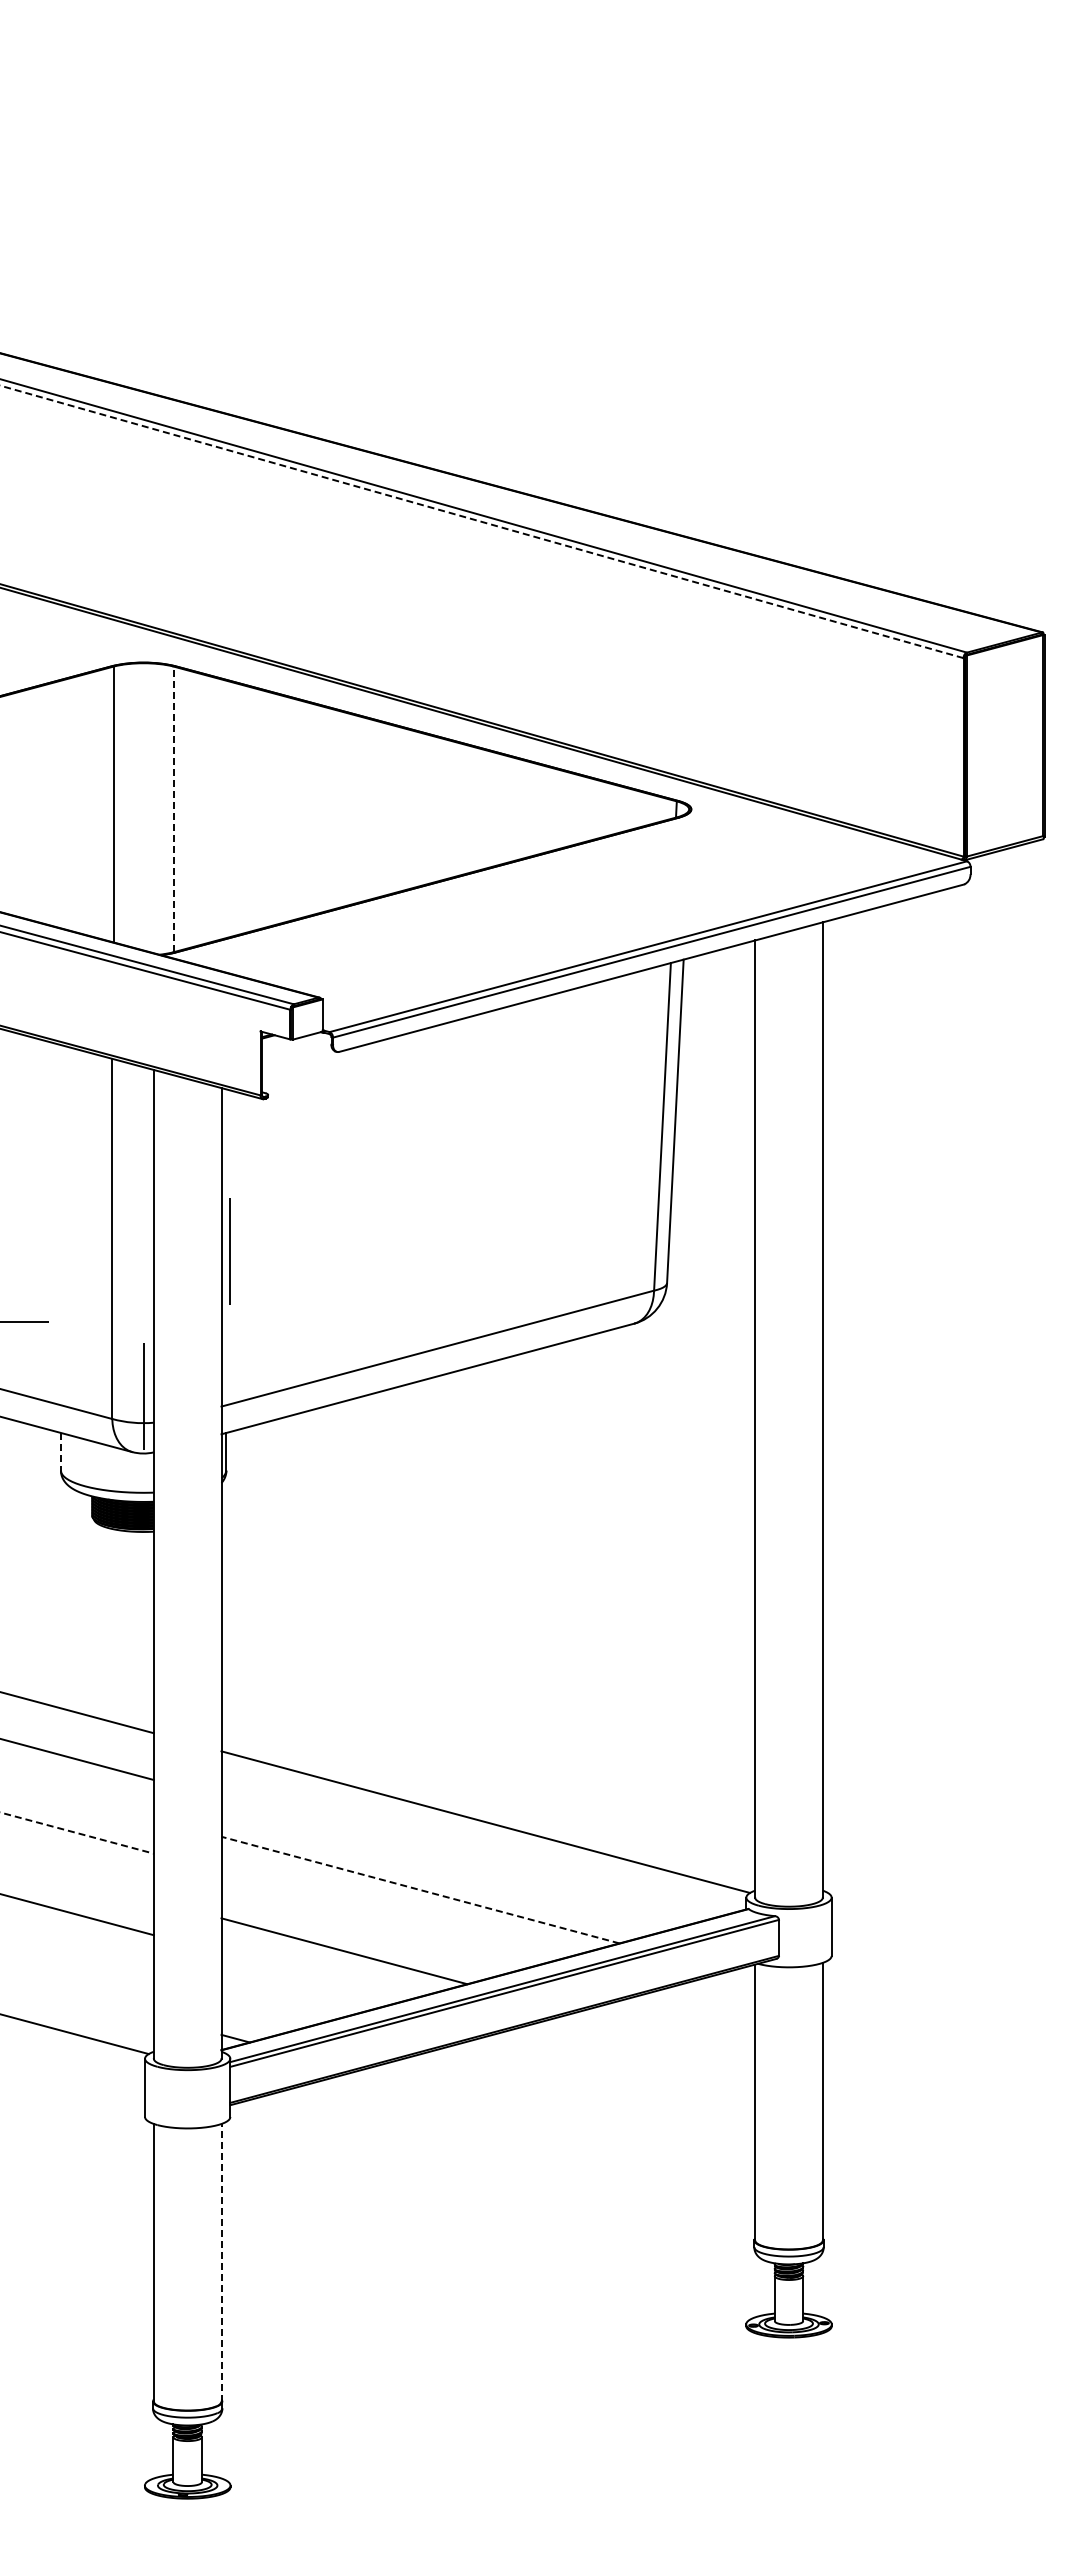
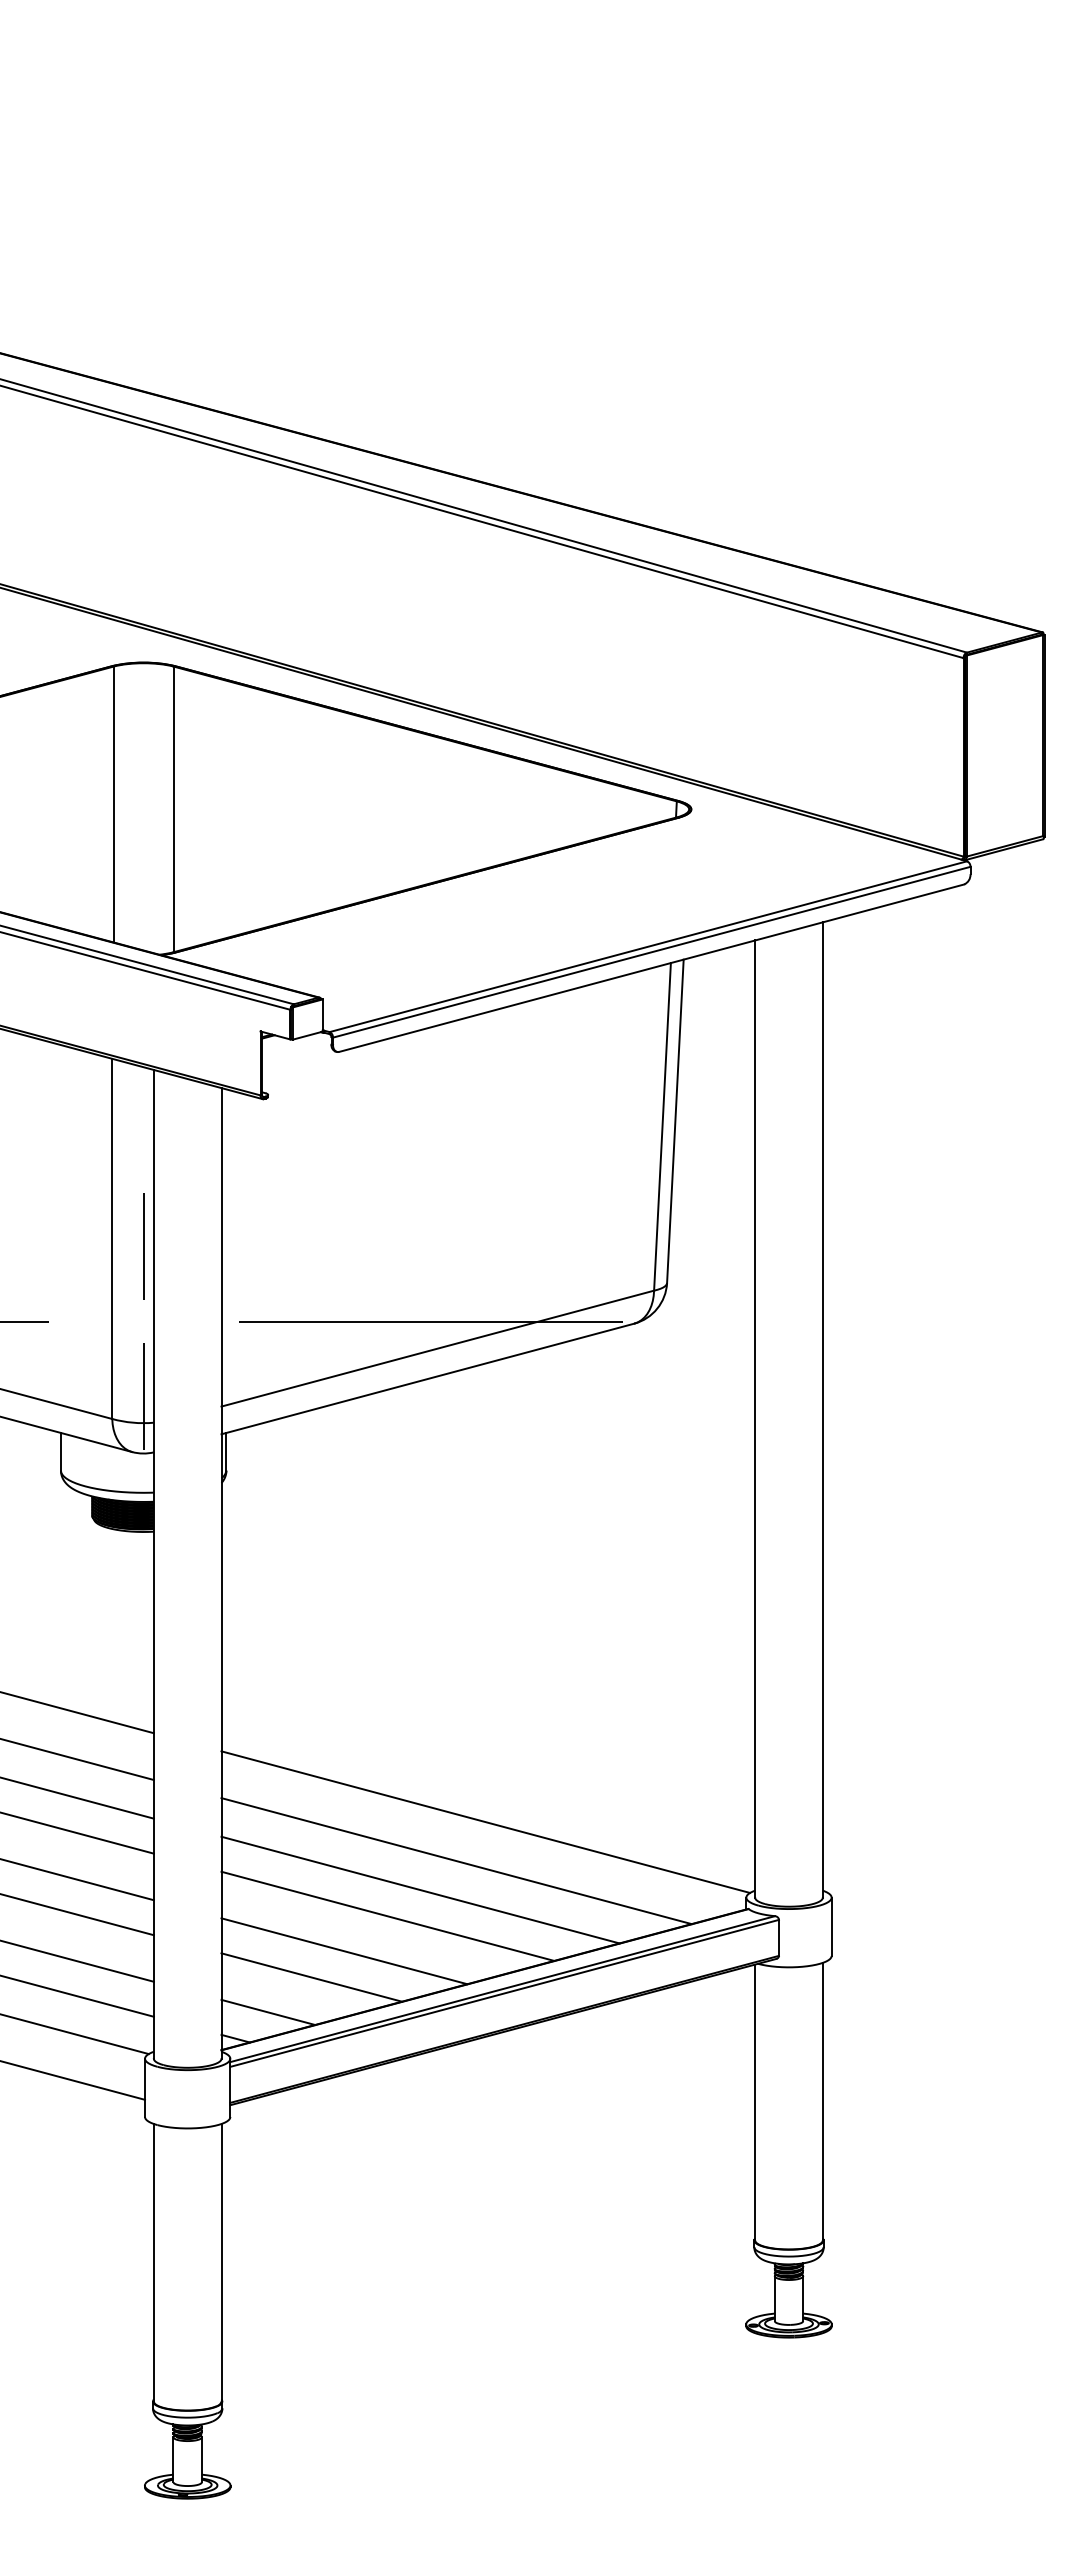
line at (481, 521): dashed -> solid
line at (173, 809): dashed -> solid
line at (229, 1251) position: (229, 1251) -> (143, 1246)
line at (422, 1321): none -> present
line at (60, 1451): dashed -> solid
line at (77, 1798): none -> present
line at (77, 1833): dashed -> solid
line at (456, 1861): none -> present
line at (77, 1879): none -> present
line at (420, 1889): dashed -> solid
line at (387, 1915): none -> present
line at (77, 1961): none -> present
line at (311, 1977): none -> present
line at (77, 1996): none -> present
line at (268, 2011): none -> present
line at (73, 2080): none -> present
line at (221, 2262): dashed -> solid
